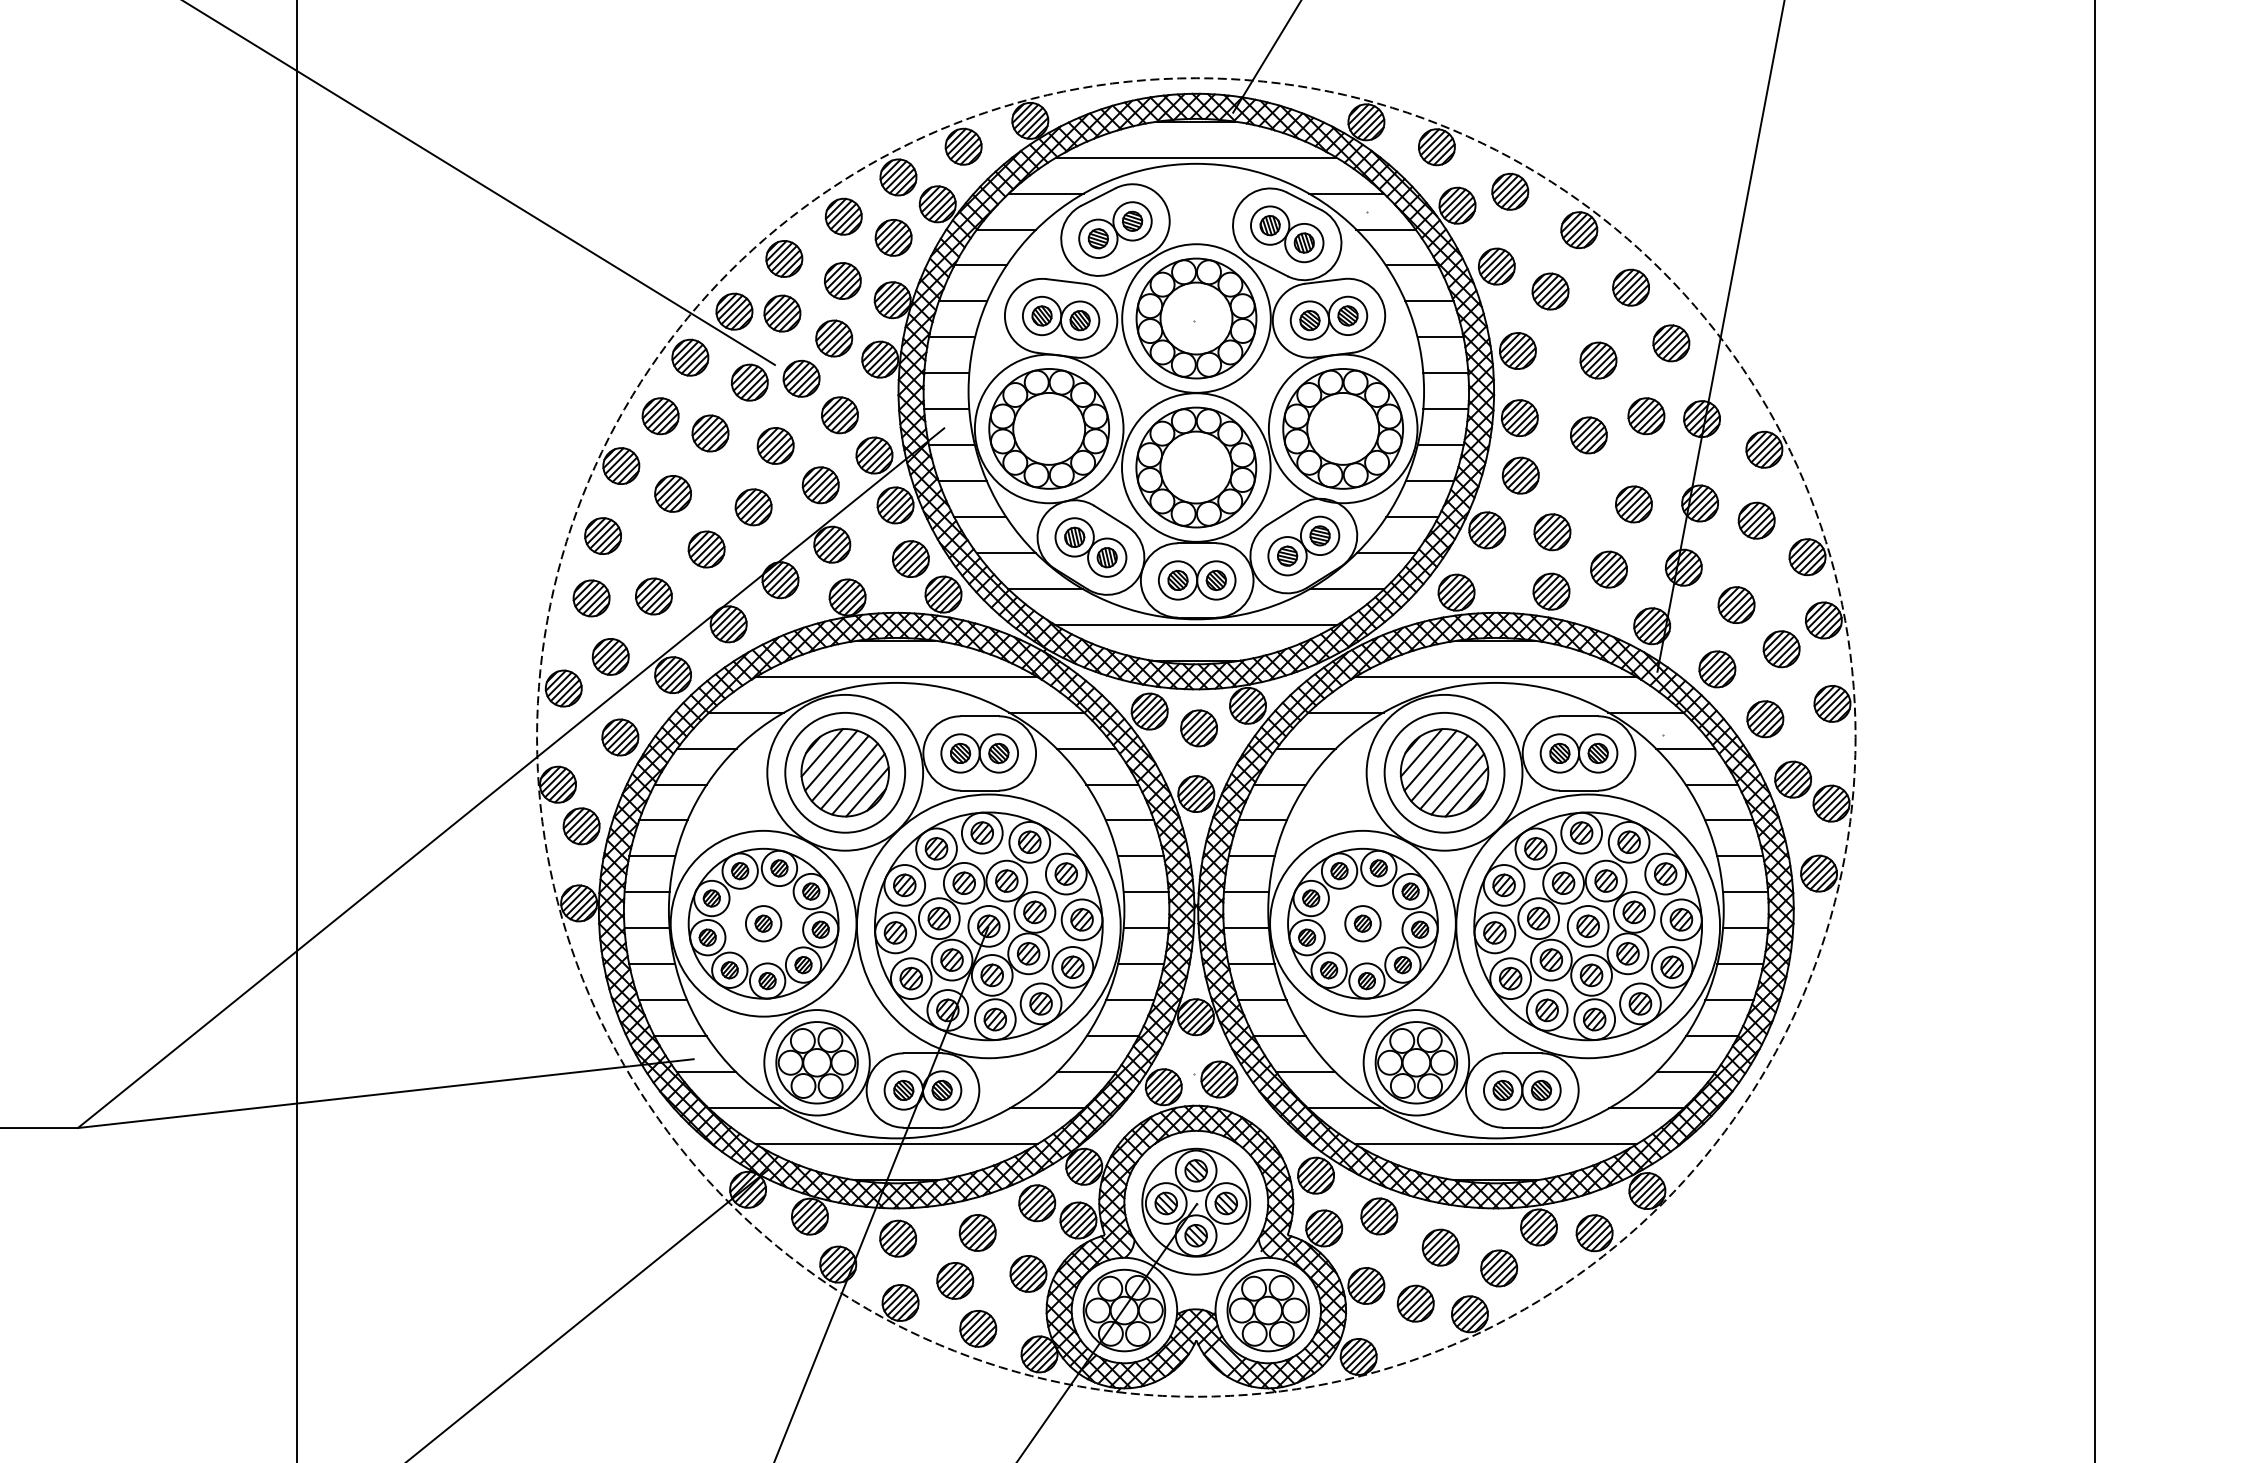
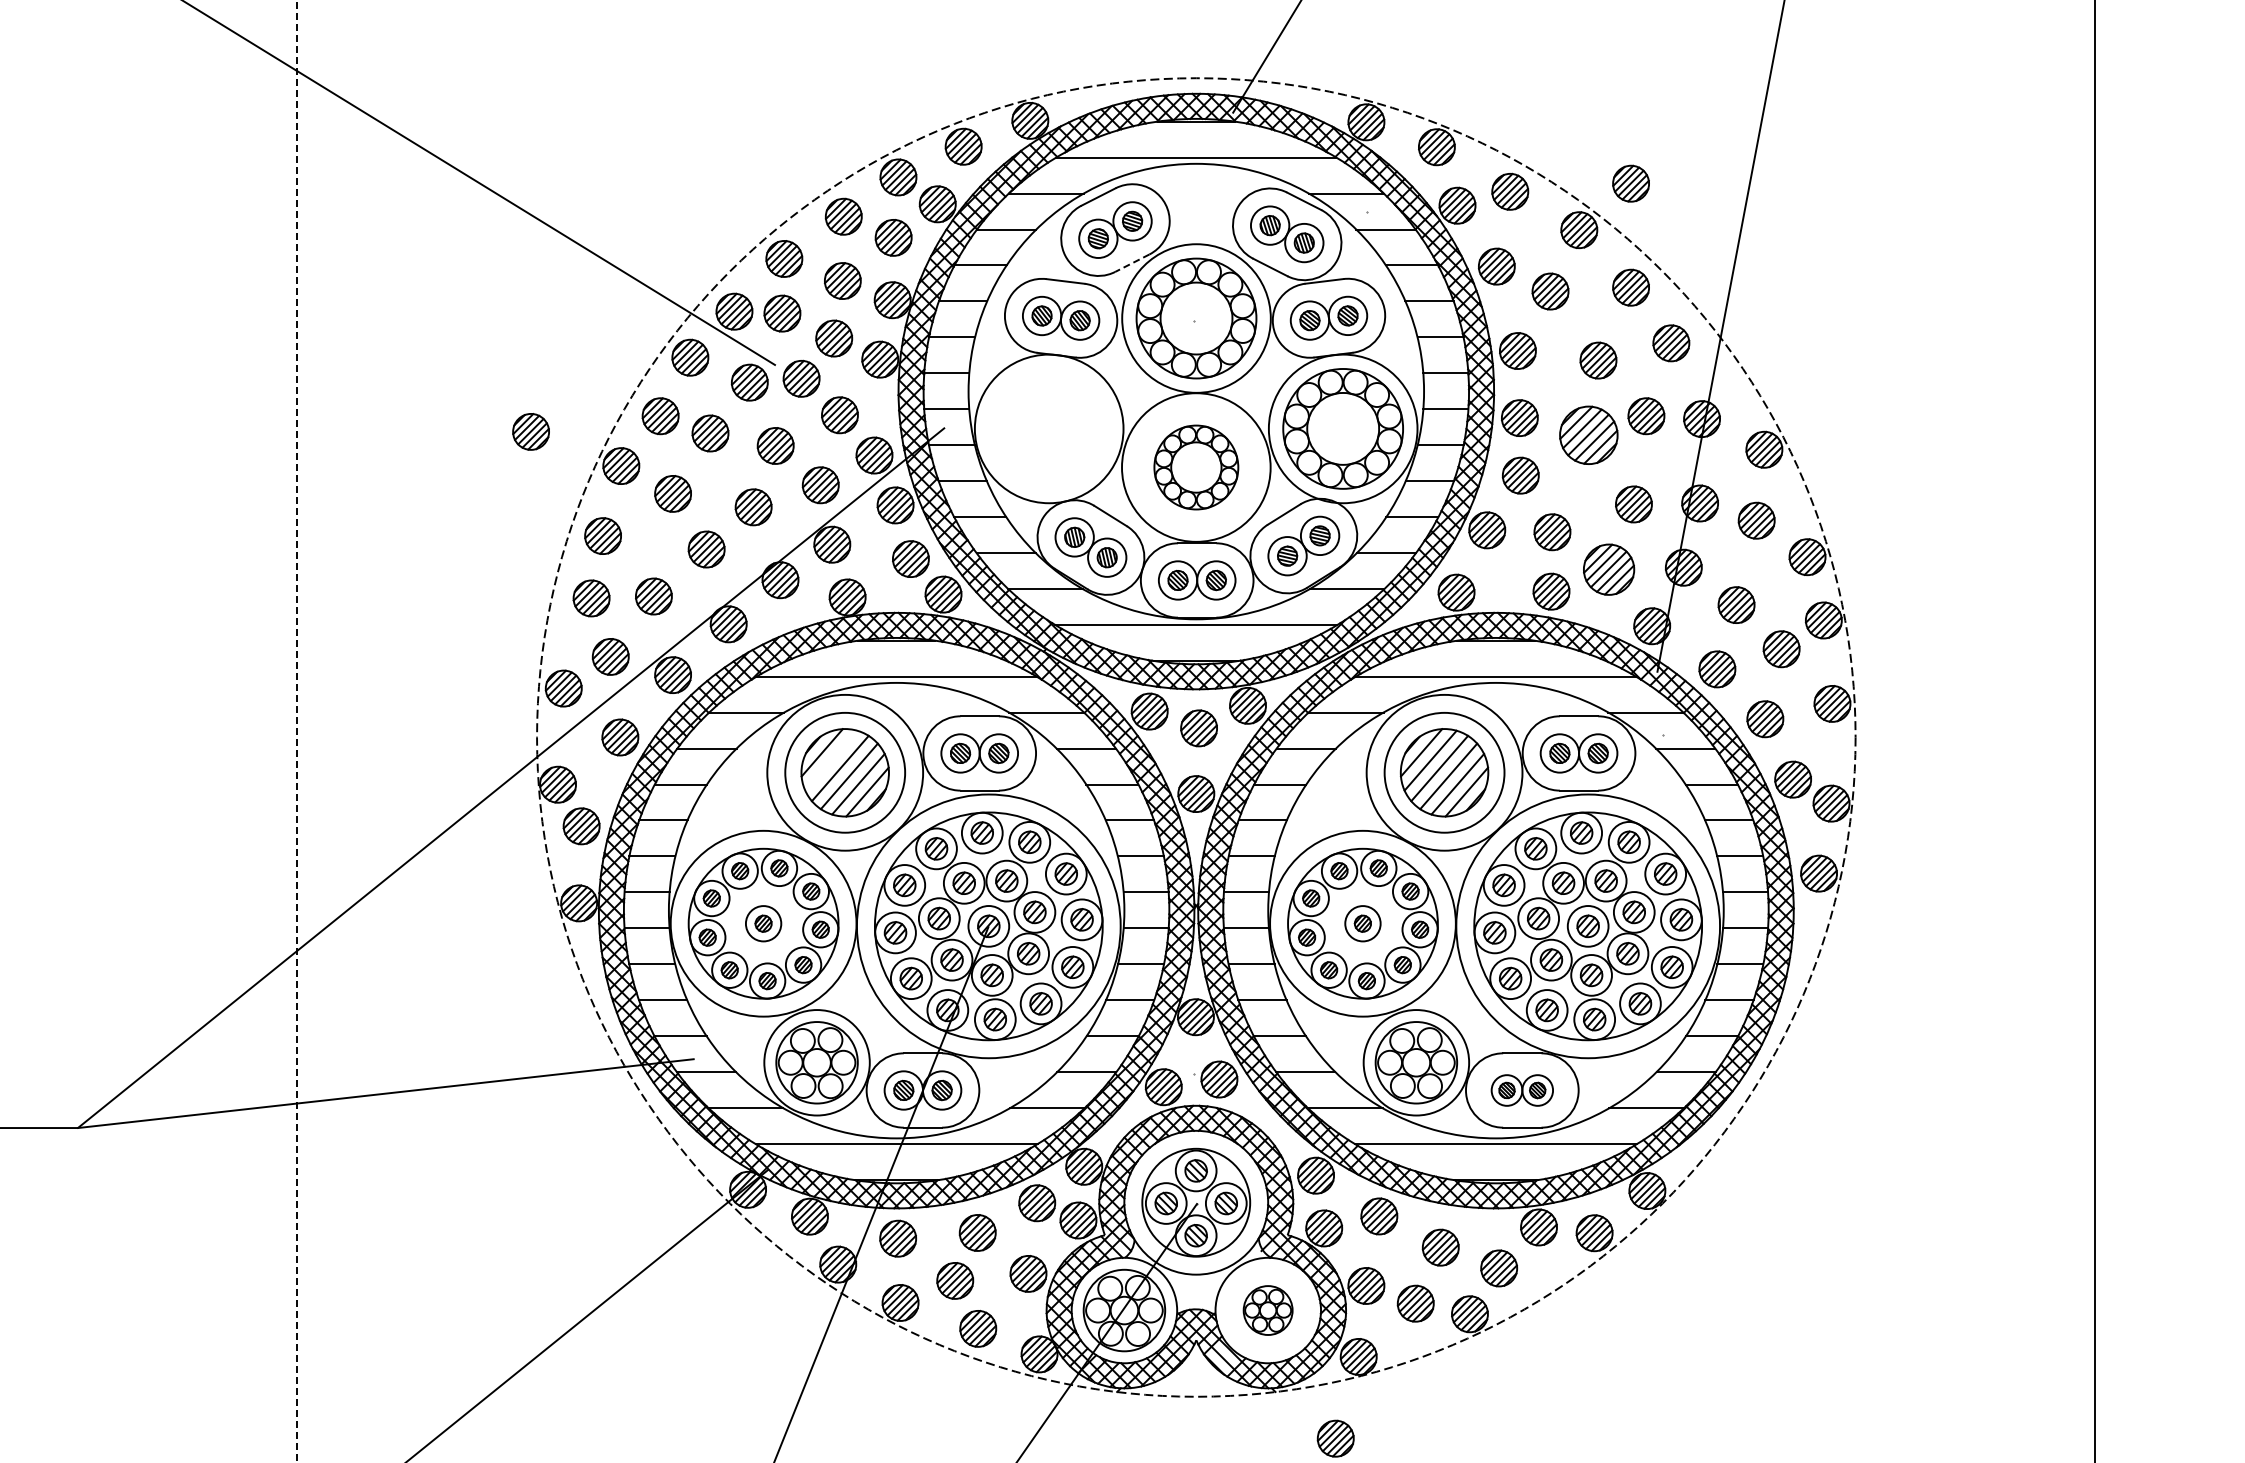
part at (1630, 183): none -> present
line at (1131, 263): solid -> dashed
part at (1048, 428): present -> none
part at (530, 431): none -> present
part at (1588, 435) size: 38x39 px -> 60x60 px
part at (1196, 467) size: 123x123 px -> 87x87 px
part at (1608, 569) size: 38x39 px -> 53x53 px
line at (297, 731): solid -> dashed
line at (831, 760): present -> none
part at (1522, 1090) size: 79x41 px -> 64x33 px
part at (1267, 1310) size: 84x85 px -> 52x51 px
part at (1335, 1438): none -> present
